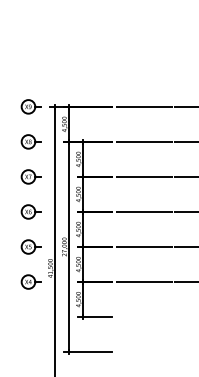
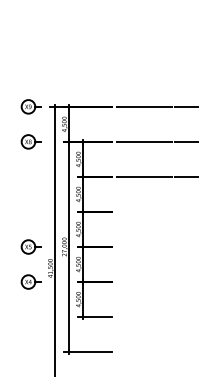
part at (30, 176): present -> none
part at (30, 211): present -> none
line at (155, 211): present -> none
line at (155, 247): present -> none
line at (155, 282): present -> none
